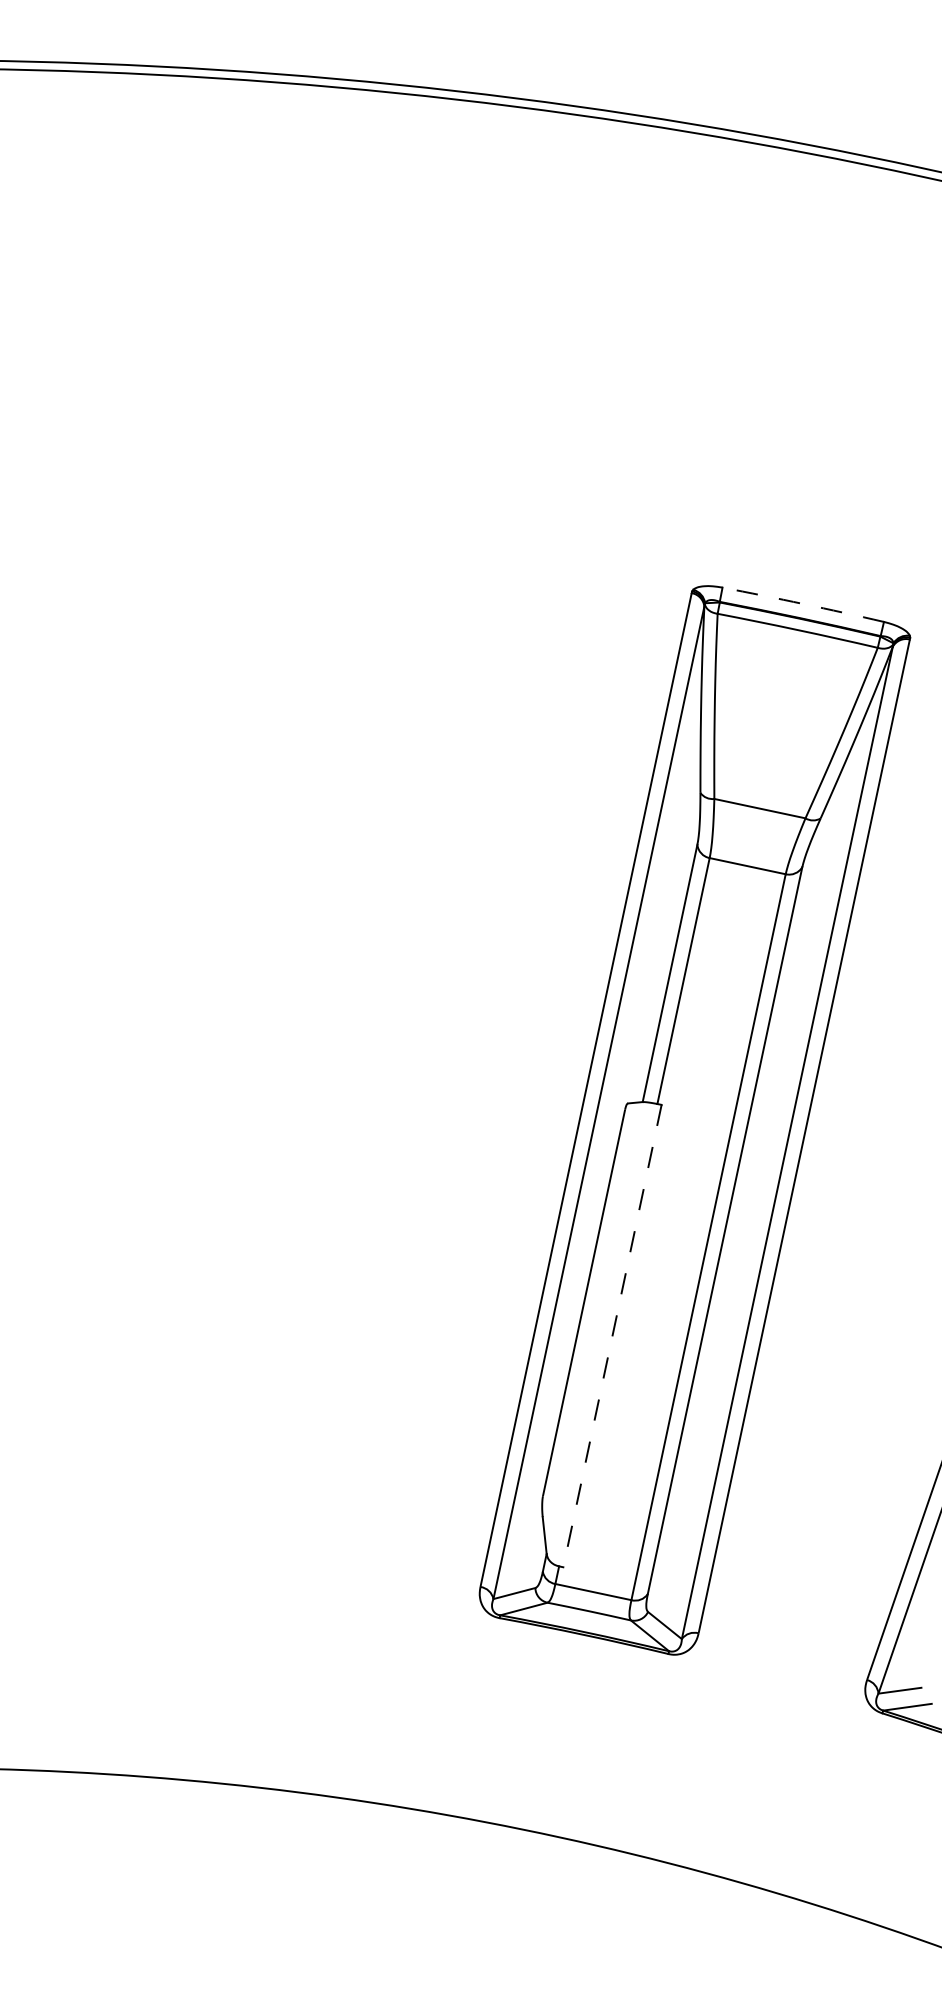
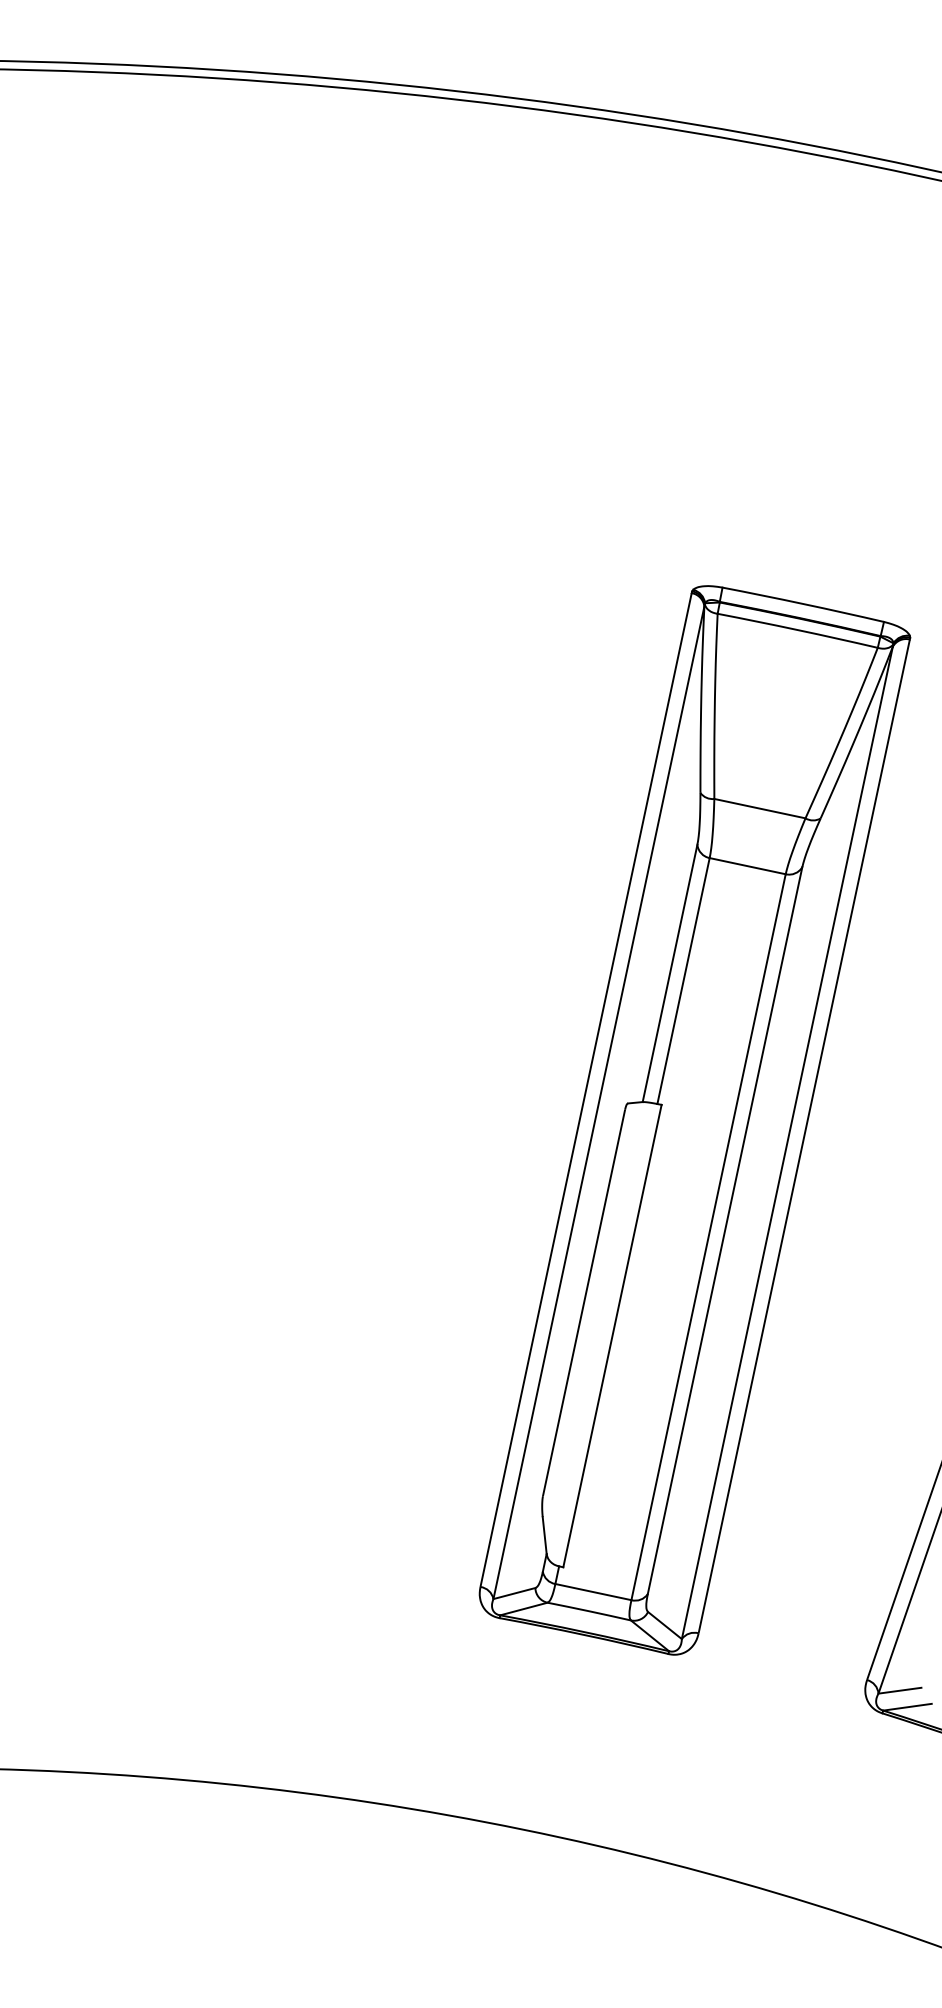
arc at (803, 604): dashed -> solid
line at (612, 1336): dashed -> solid
